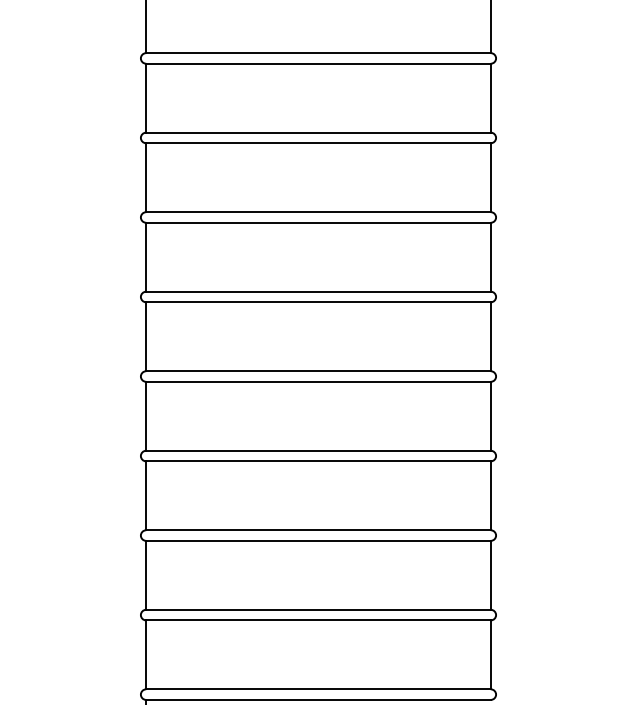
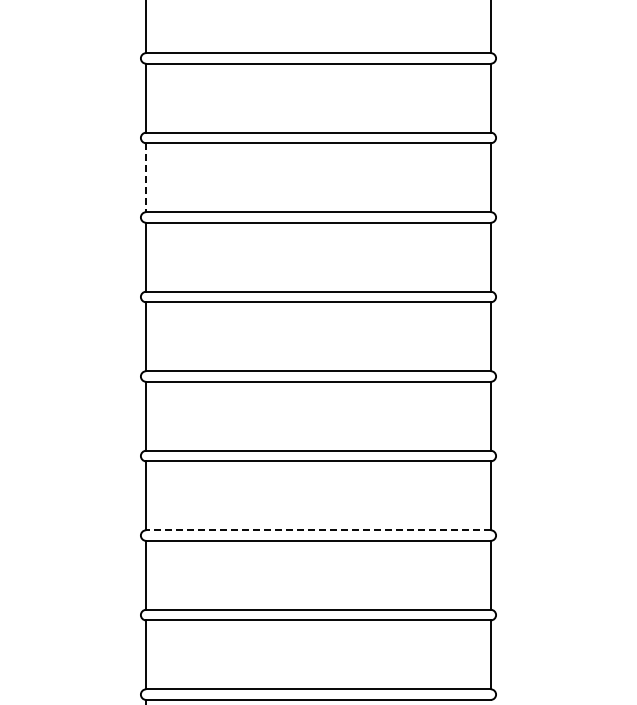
line at (146, 178): solid -> dashed
line at (317, 530): solid -> dashed
